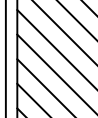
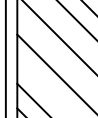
line at (64, 32) position: (64, 32) -> (59, 37)
line at (55, 48): present -> none
line at (44, 86): present -> none
